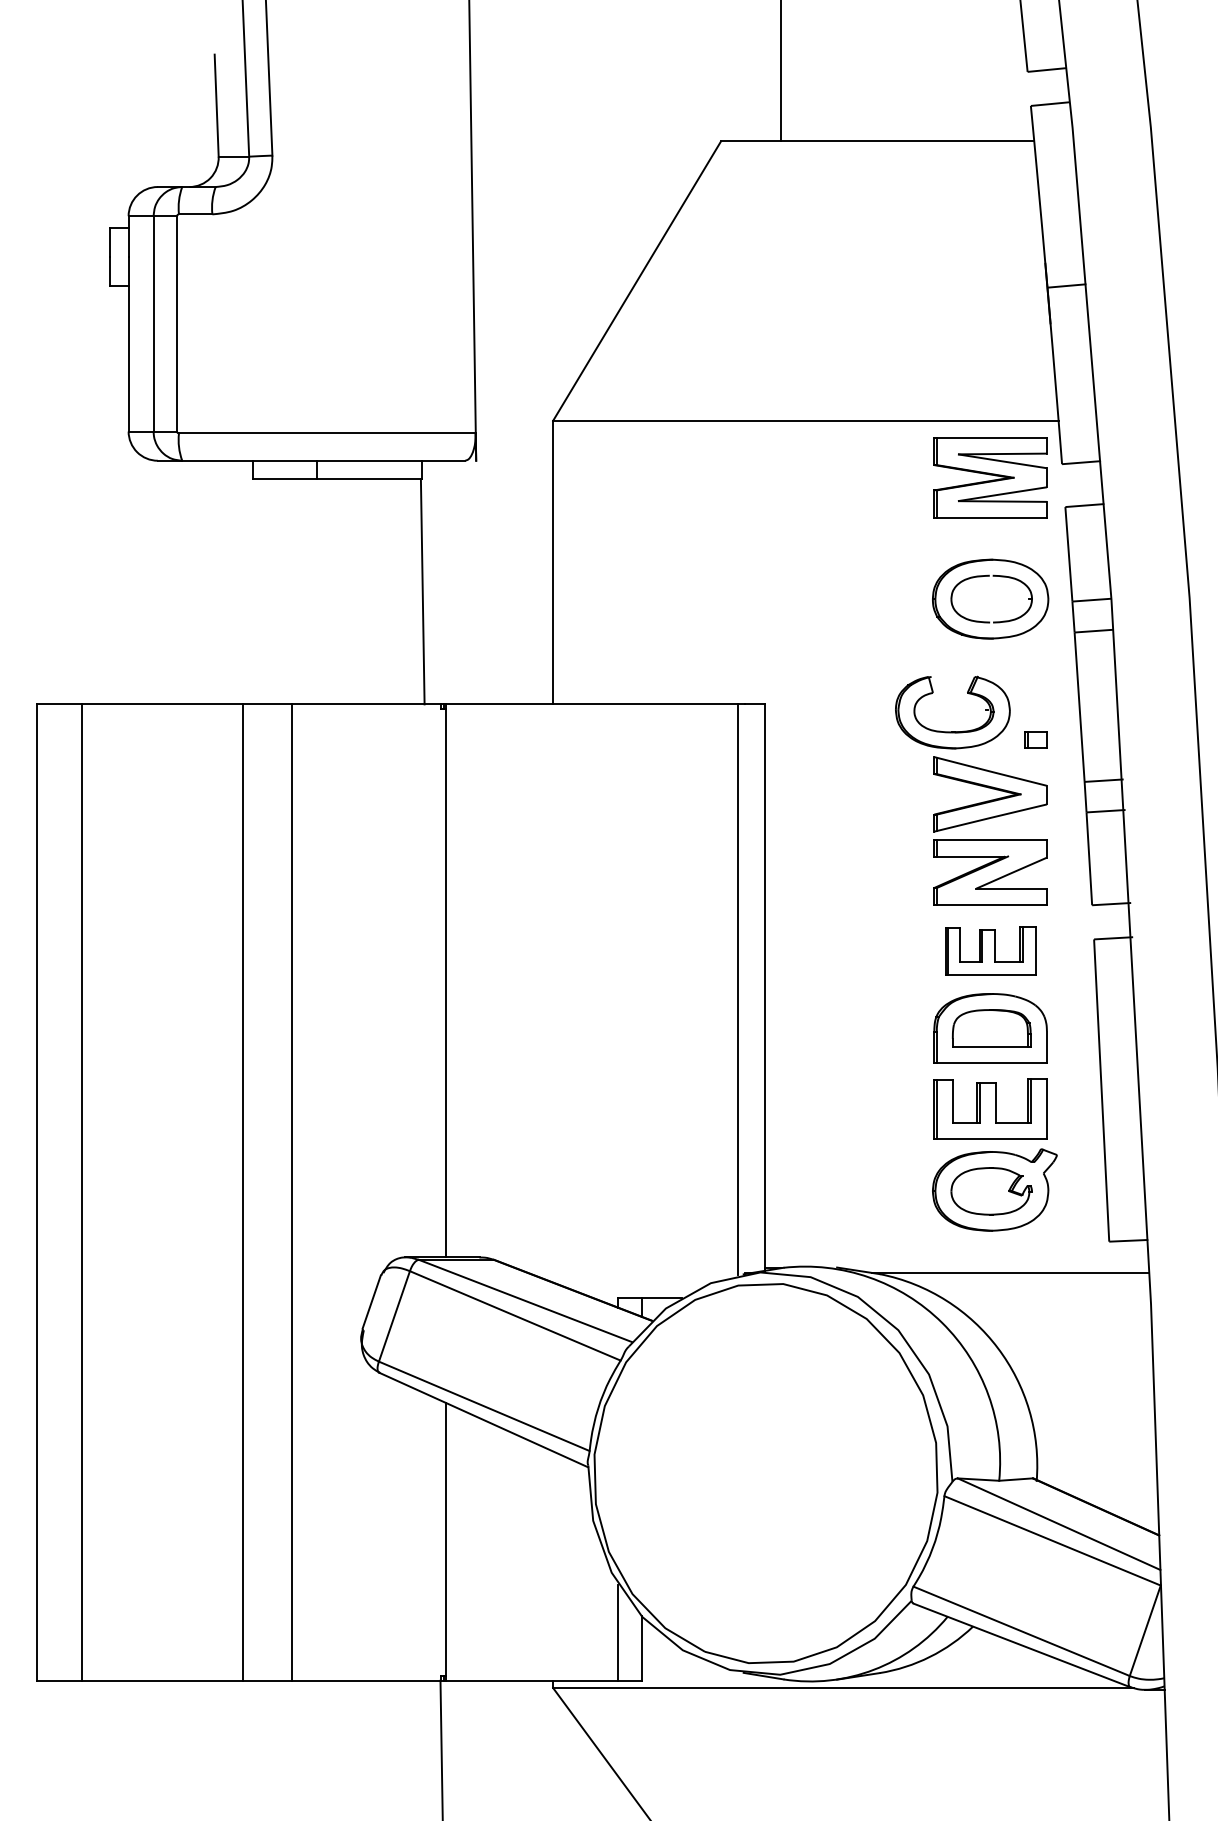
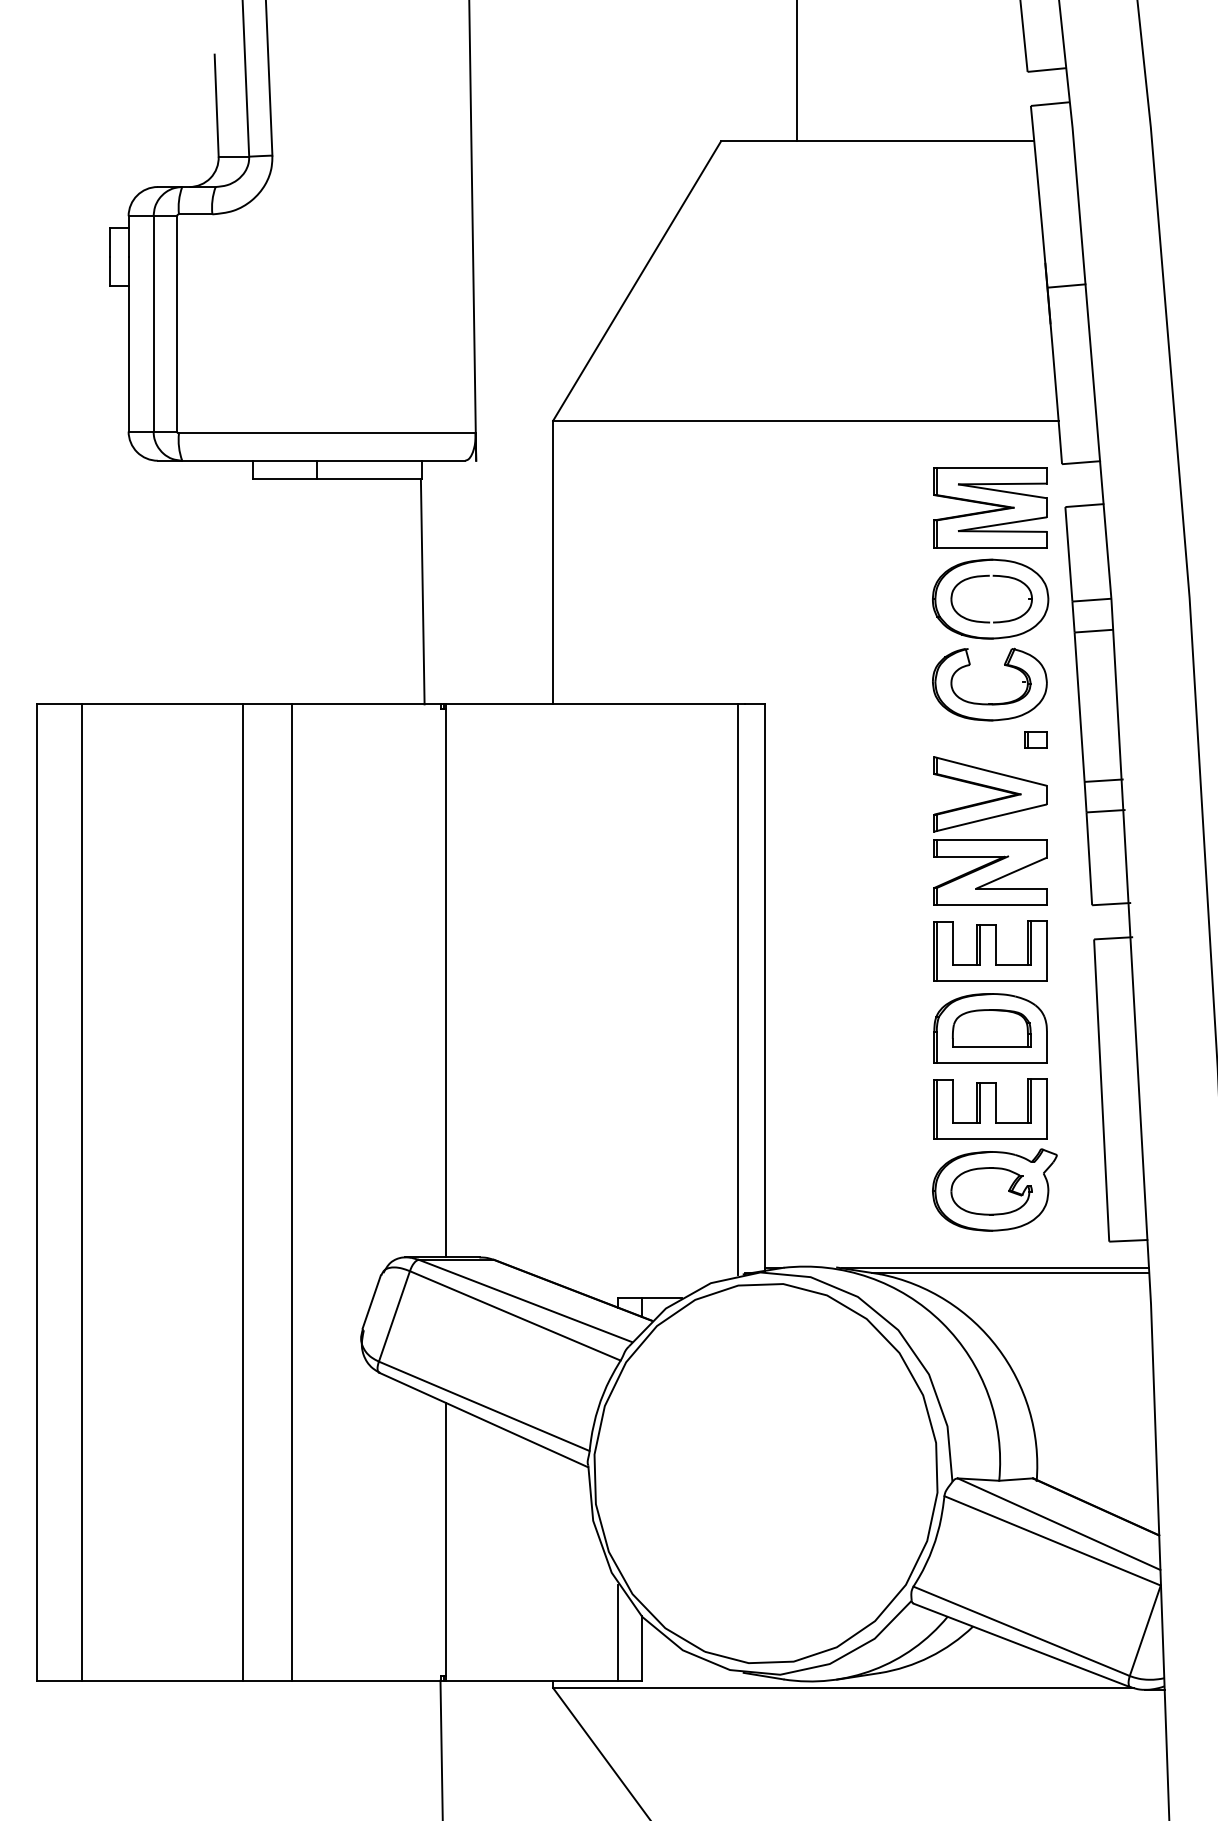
line at (781, 71) position: (781, 71) -> (797, 71)
part at (990, 477) position: (990, 477) -> (990, 507)
part at (952, 731) position: (952, 731) -> (989, 703)
part at (990, 950) size: 92x50 px -> 115x62 px
line at (995, 1268): none -> present
